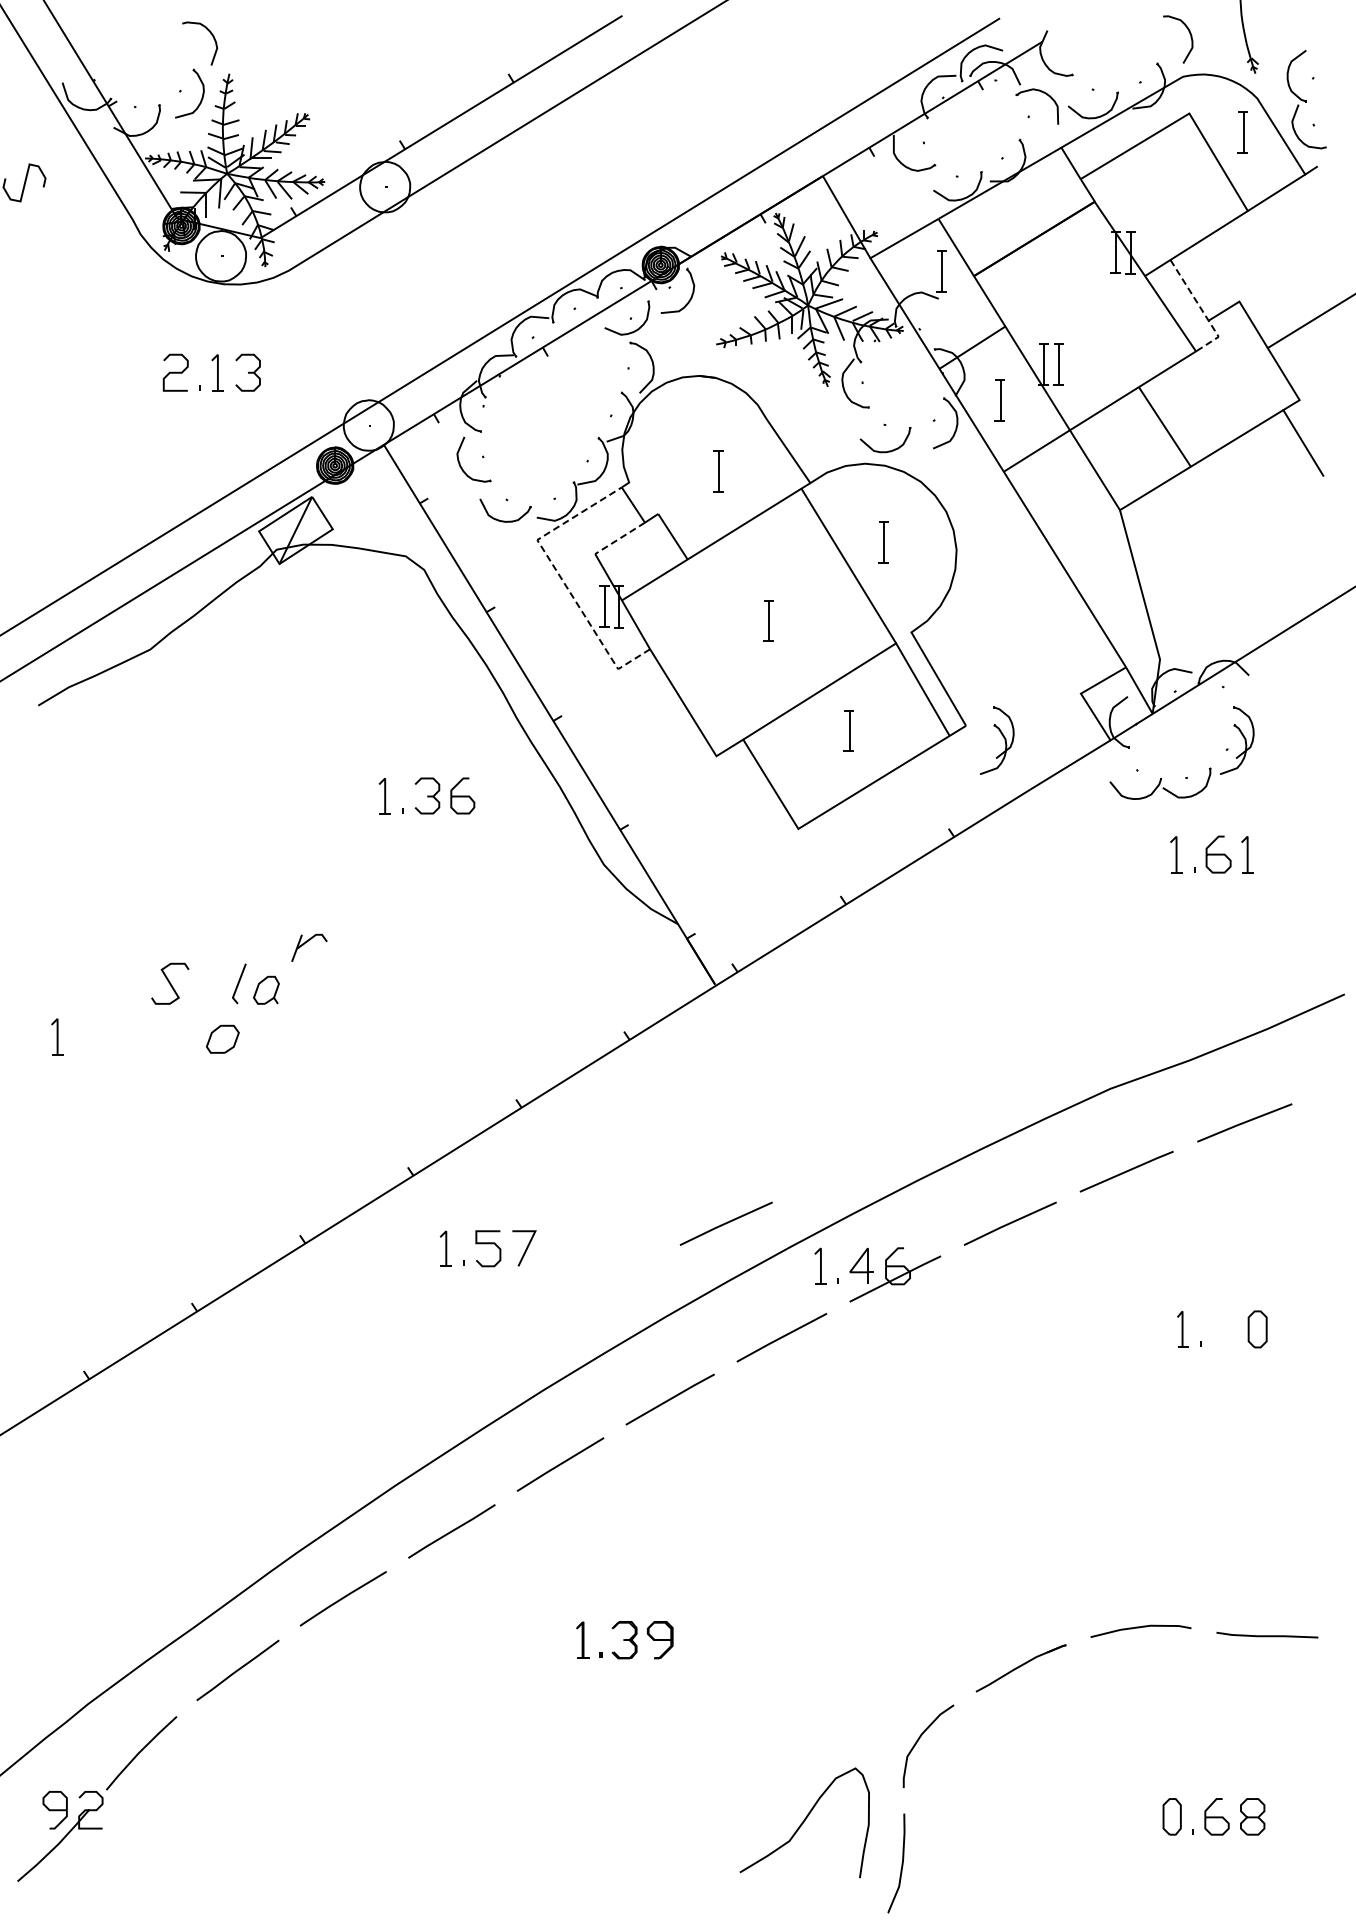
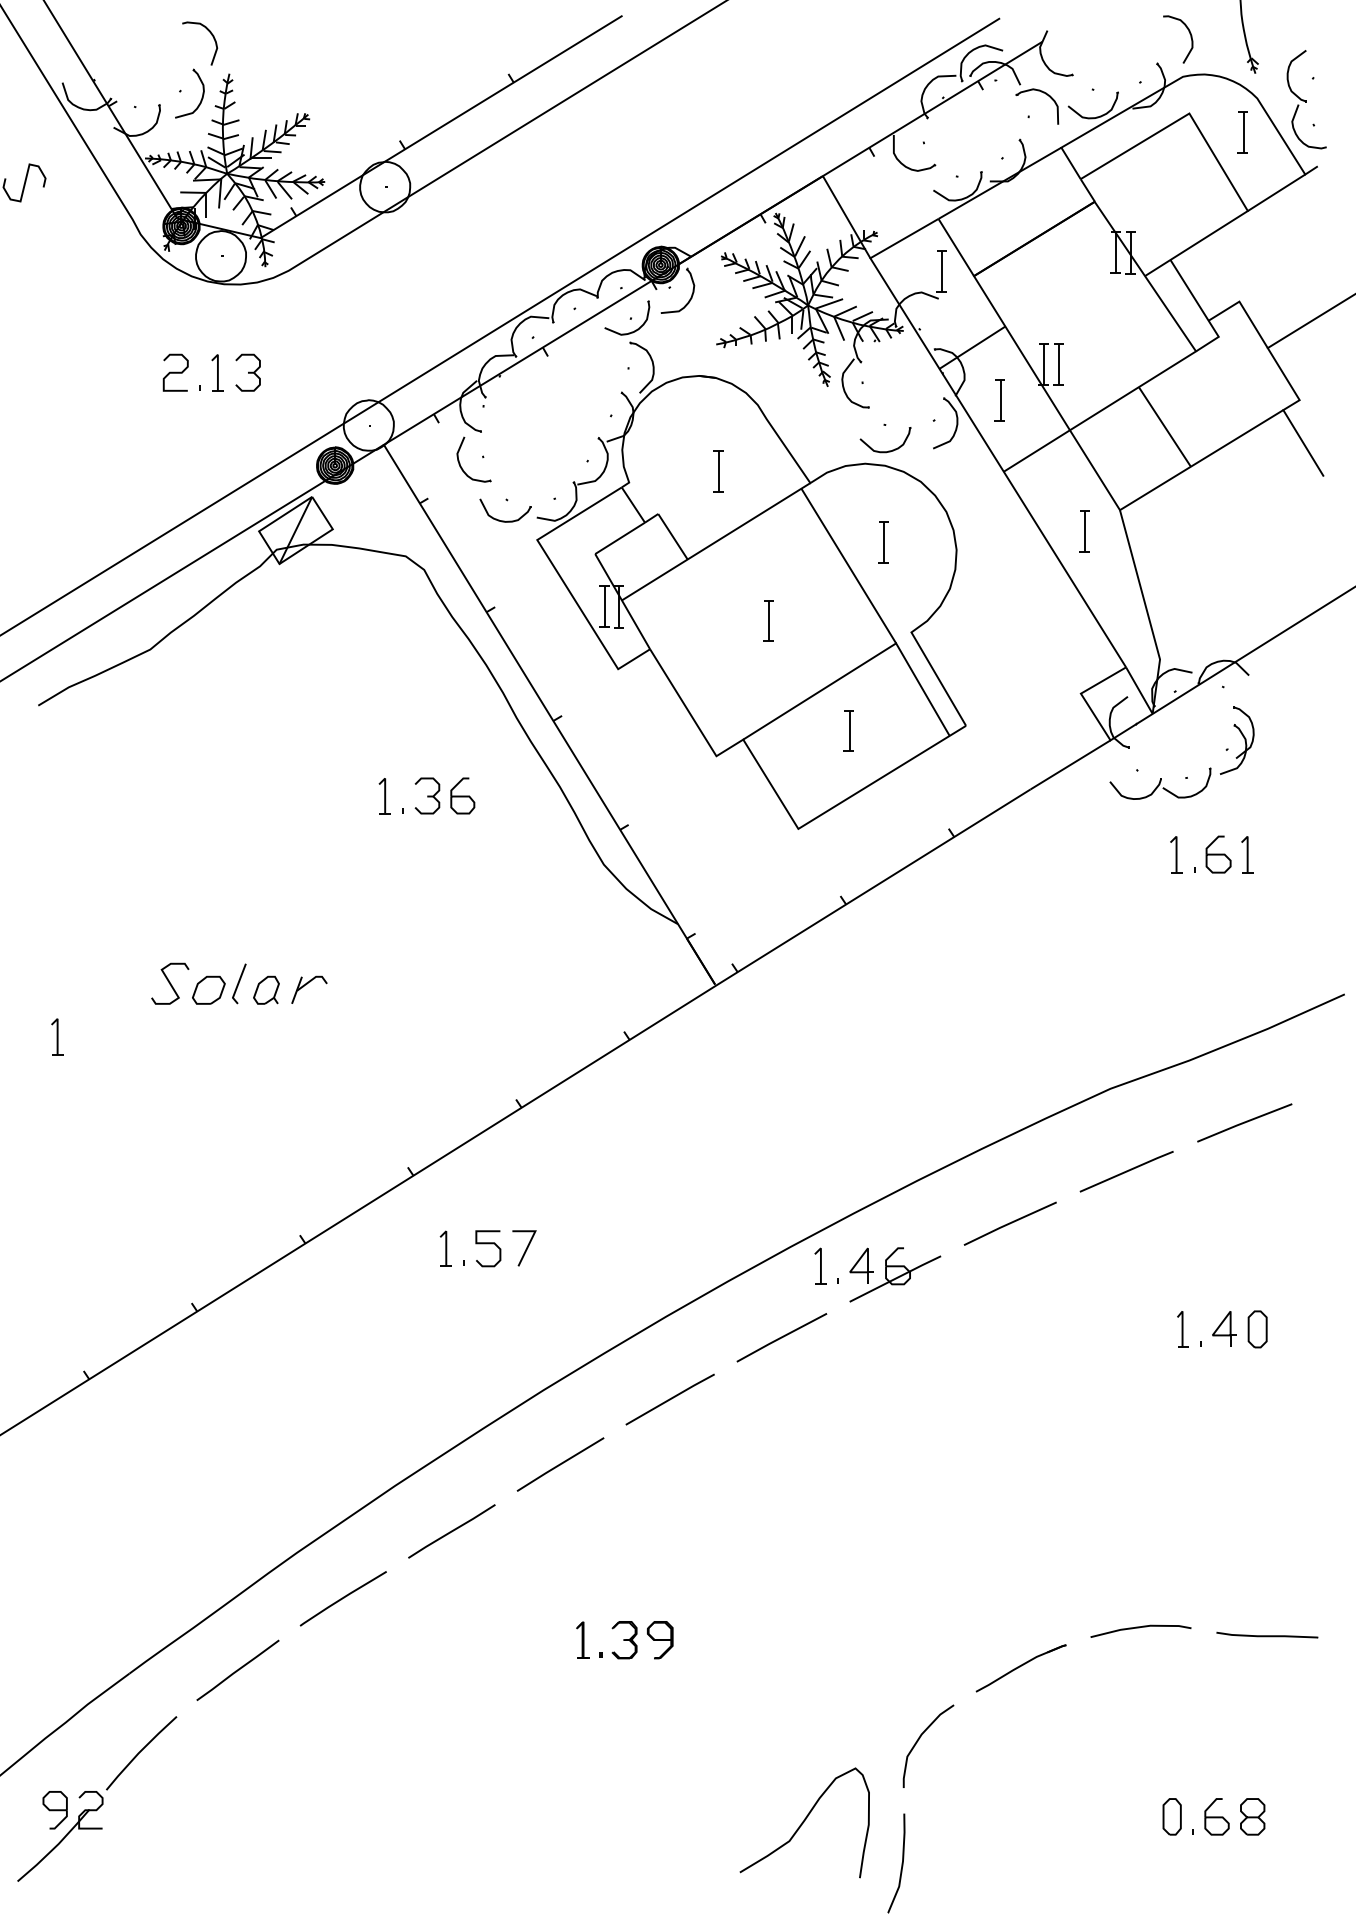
line at (1202, 311): dashed -> solid
part at (1084, 531): none -> present
line at (619, 538): dashed -> solid
line at (561, 578): dashed -> solid
part at (1003, 738): present -> none
part at (309, 947) position: (309, 947) -> (309, 989)
part at (222, 1038) position: (222, 1038) -> (208, 989)
line at (725, 1223): present -> none
part at (1224, 1328): none -> present
